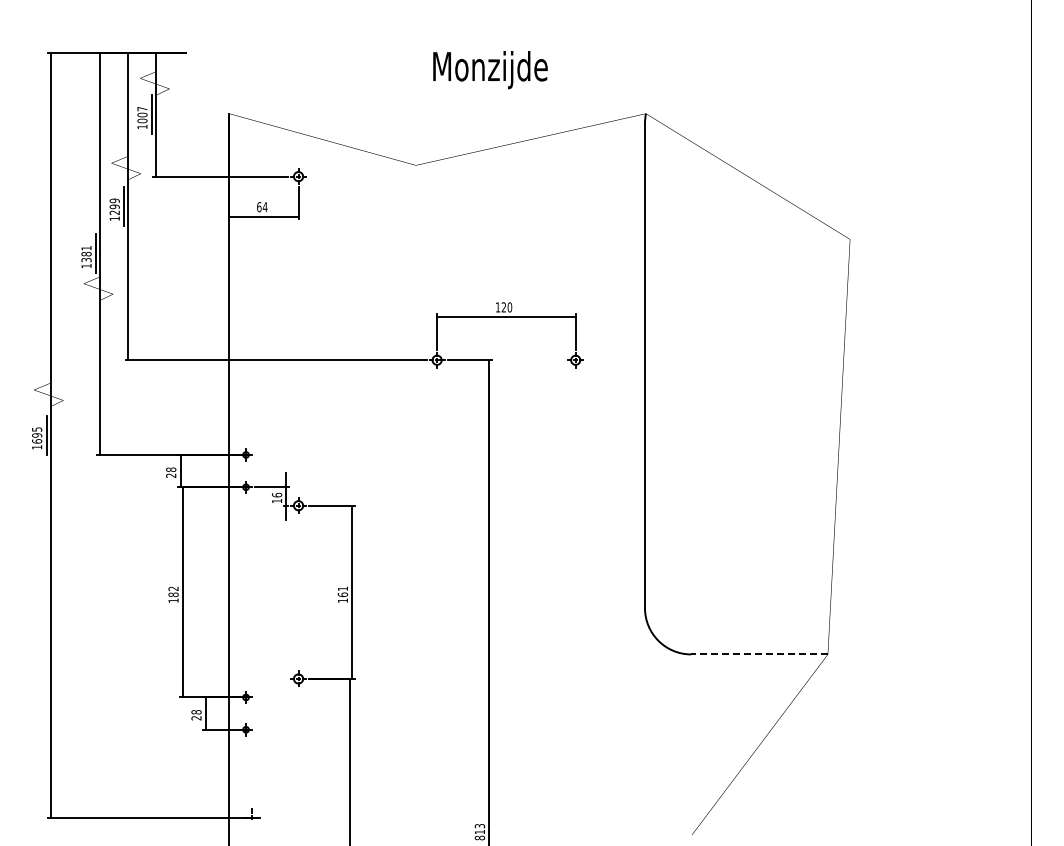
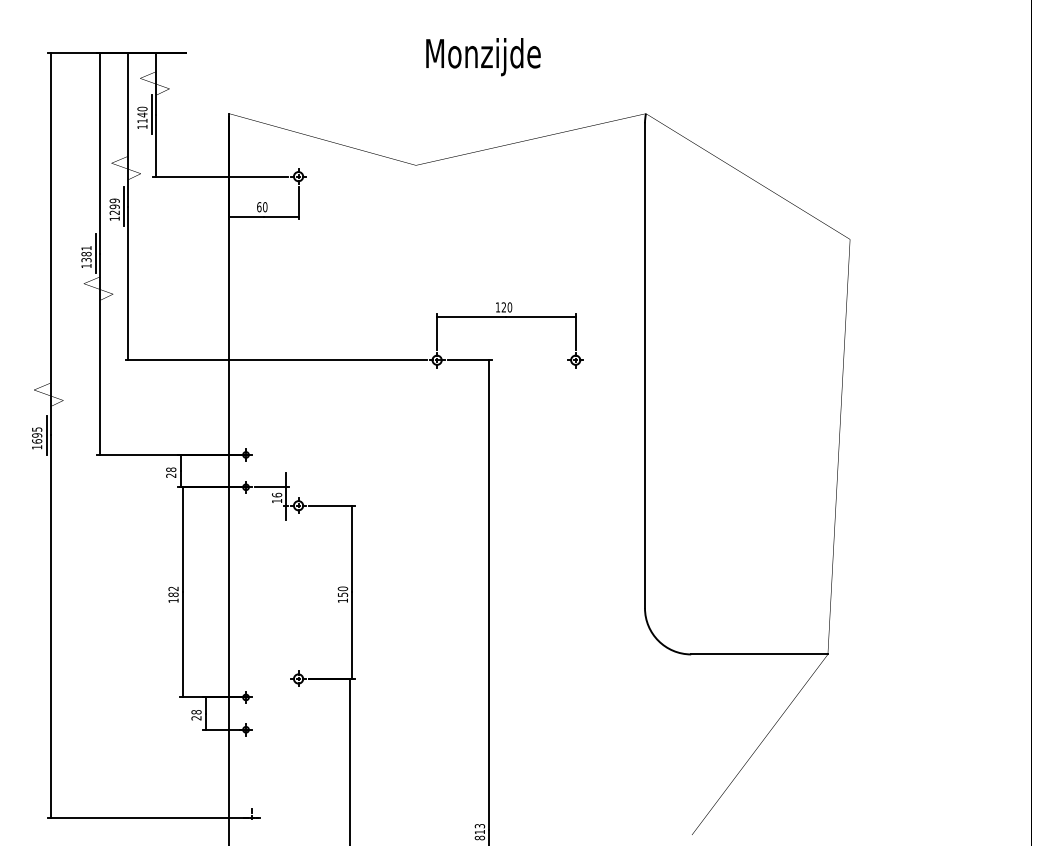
text at (490, 70) position: (490, 70) -> (483, 57)
text at (142, 114): 1007 -> 1140
text at (264, 207): 64 -> 60
text at (342, 591): 161 -> 150
line at (759, 654): dashed -> solid
